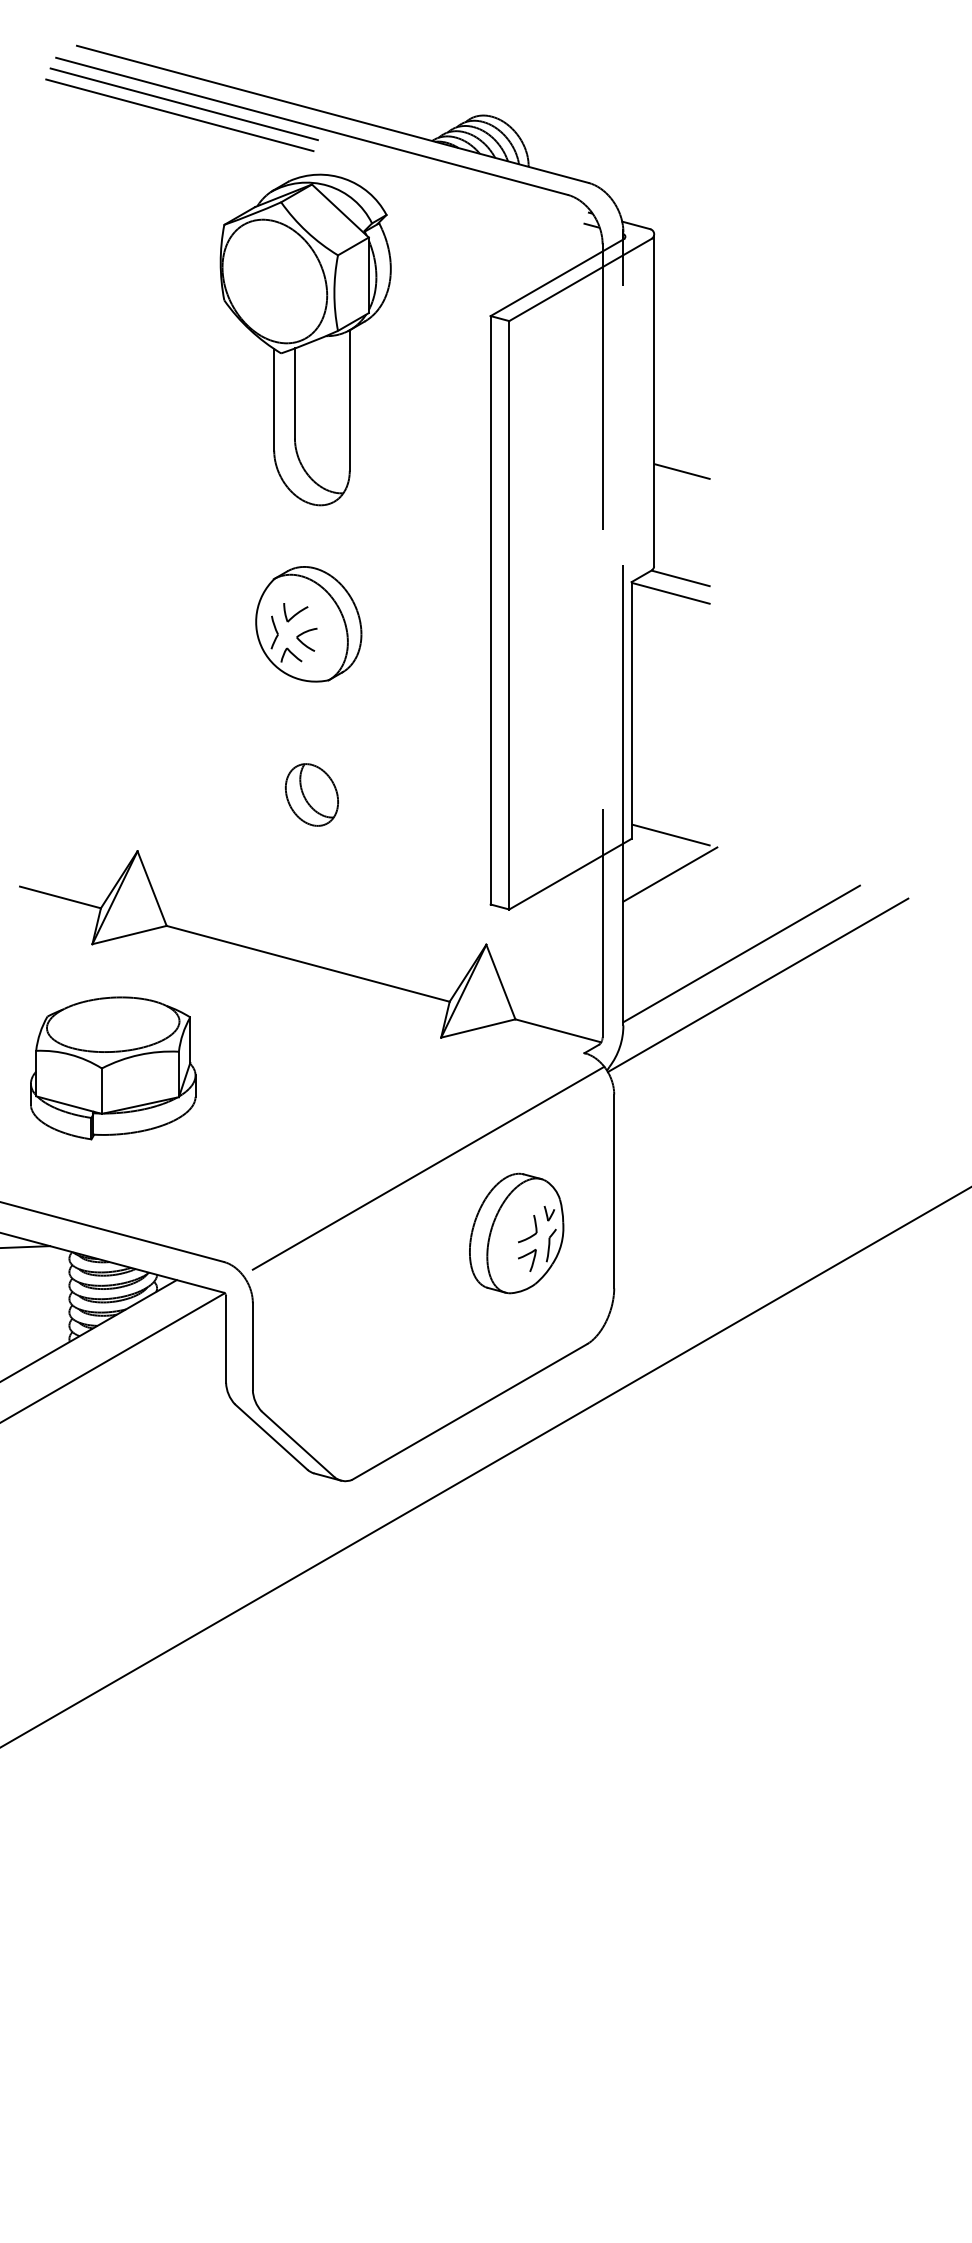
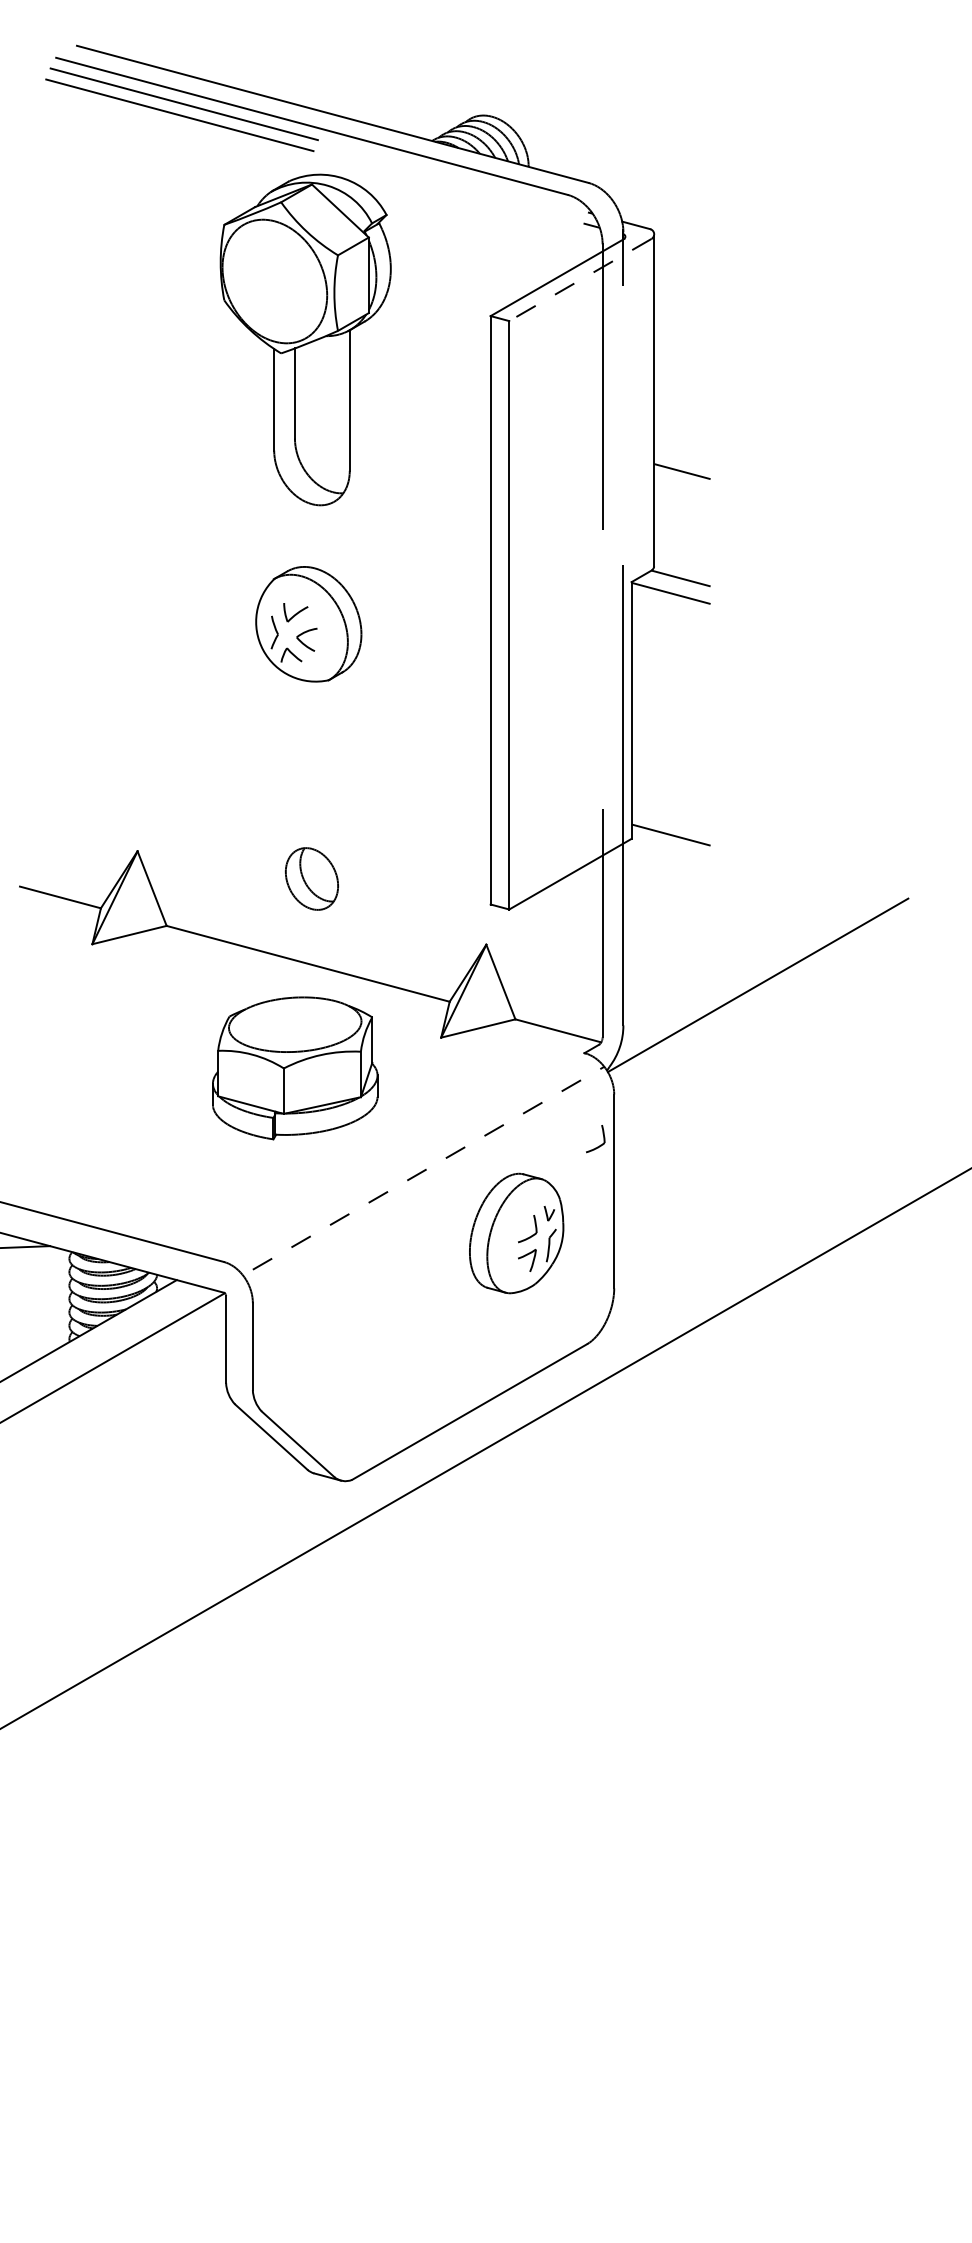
line at (579, 280): solid -> dashed
part at (311, 794) position: (311, 794) -> (311, 878)
line at (670, 874): present -> none
line at (741, 953): present -> none
part at (113, 1068) position: (113, 1068) -> (295, 1068)
part at (600, 1144): none -> present
line at (428, 1168): solid -> dashed
line at (485, 1467) position: (485, 1467) -> (485, 1448)
